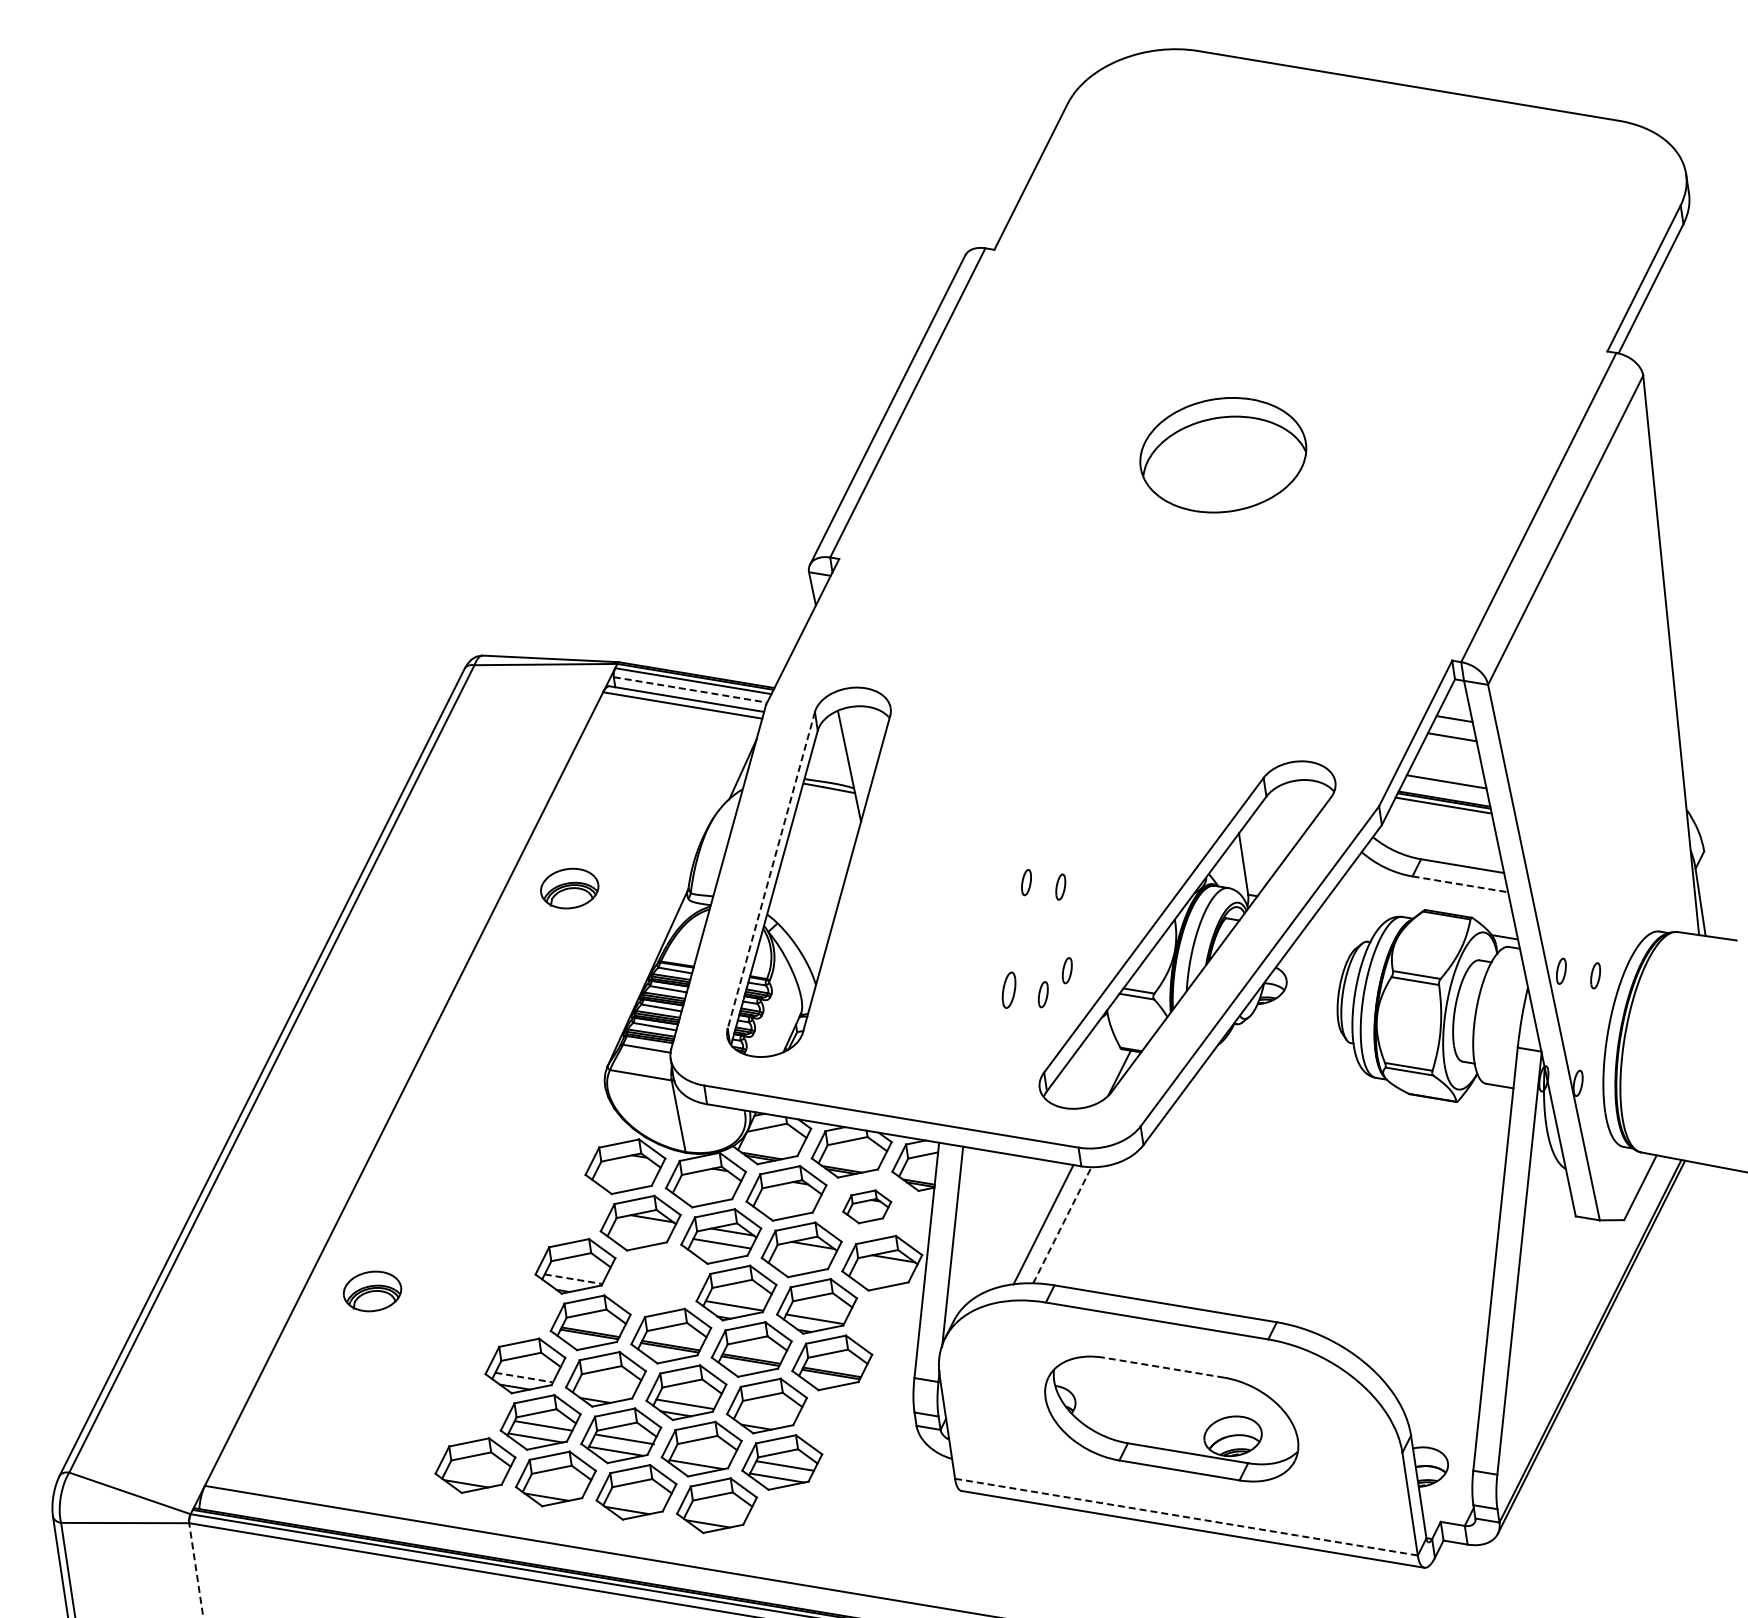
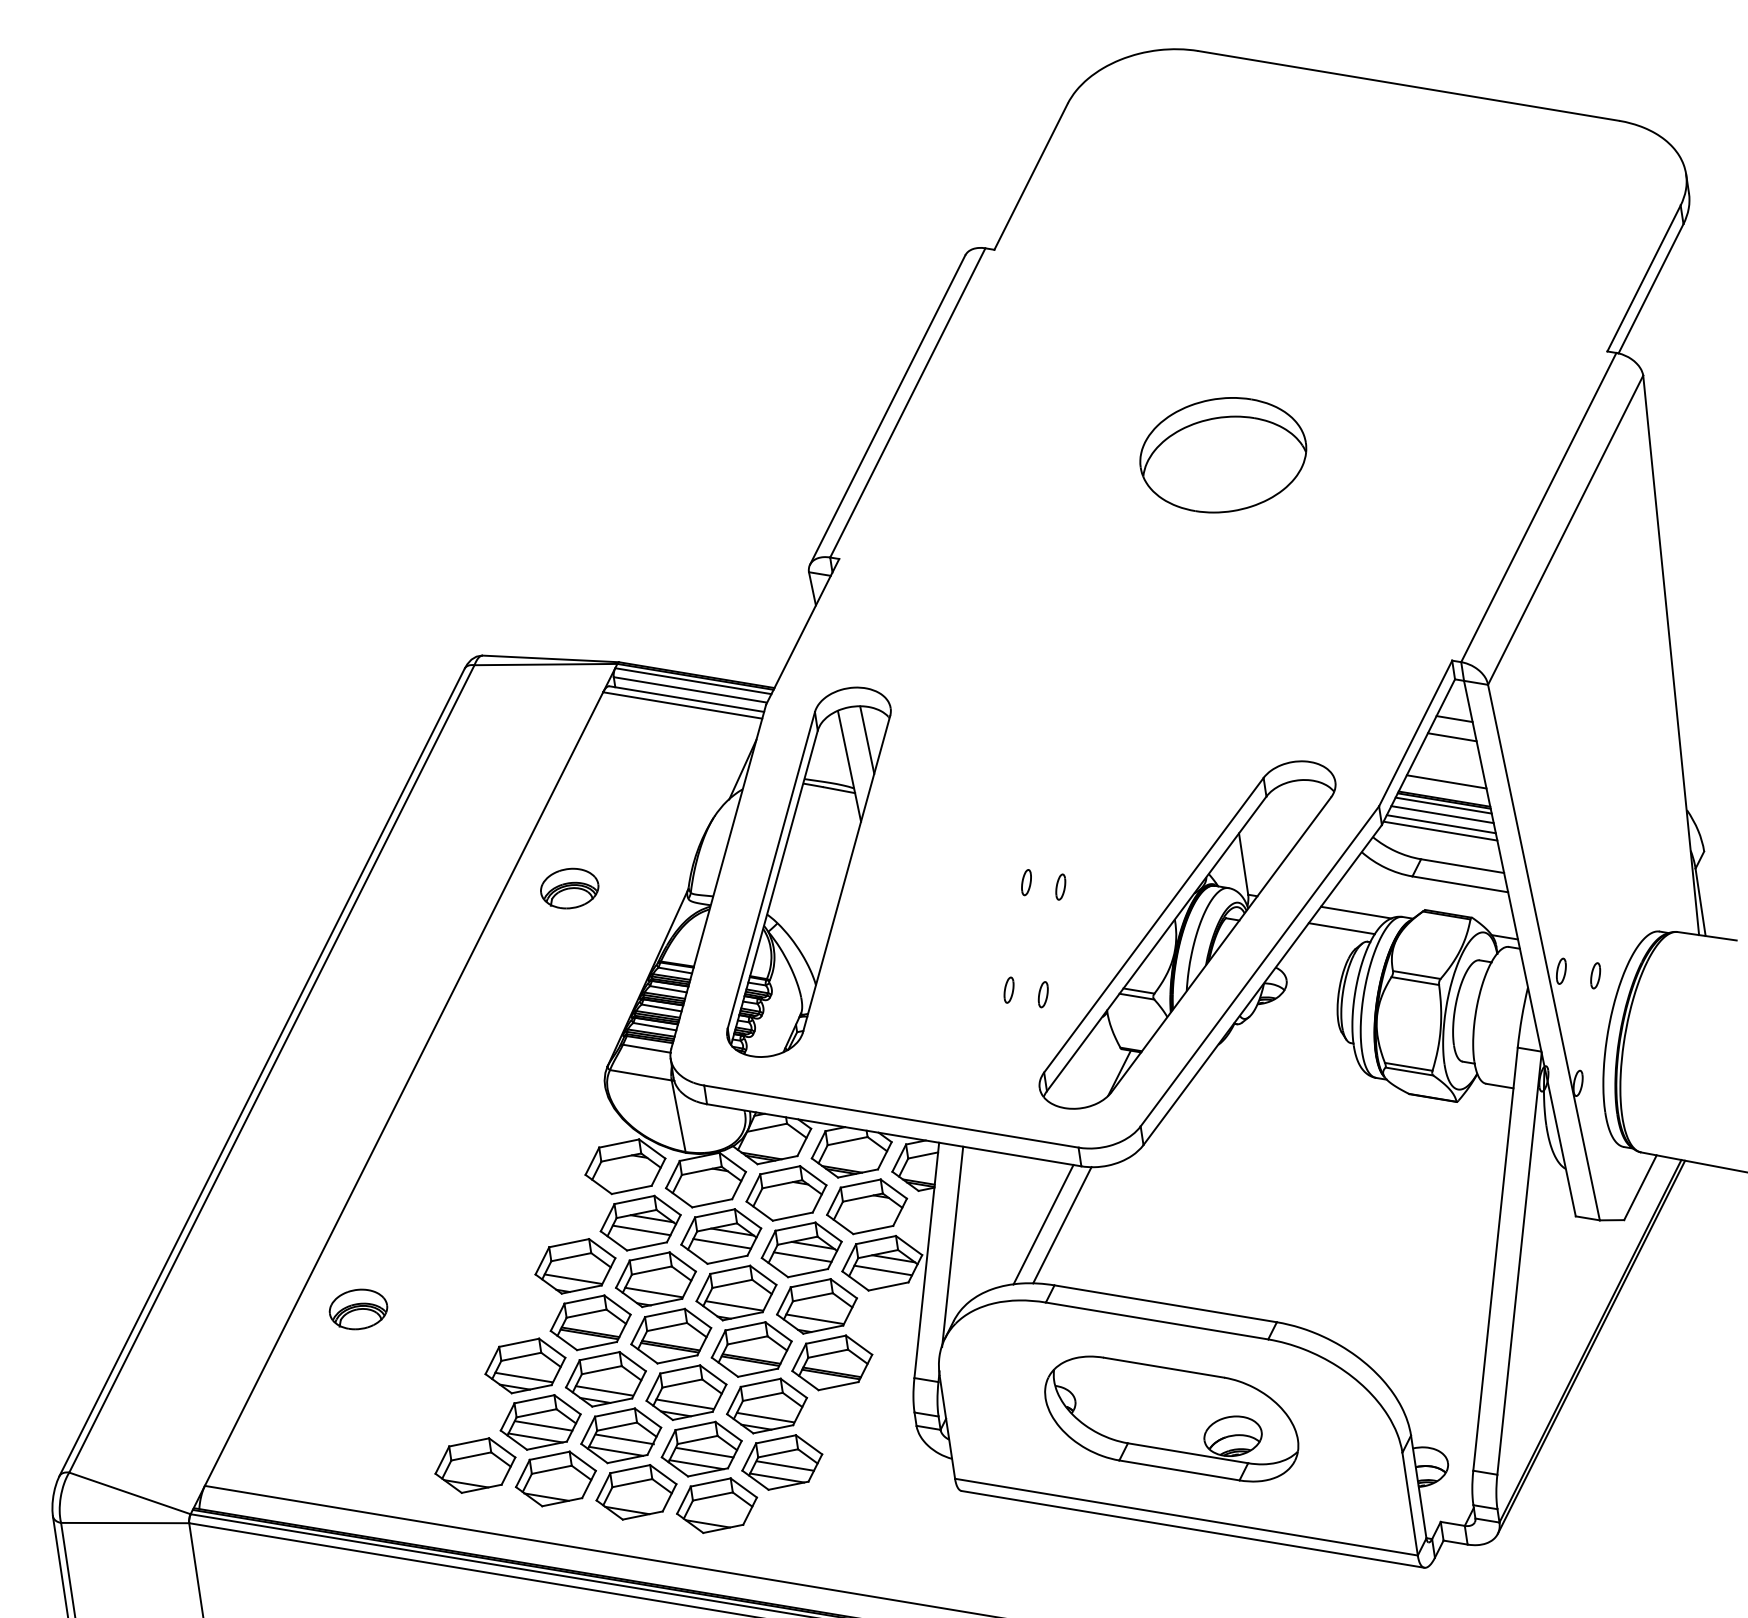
line at (690, 689): dashed -> solid
line at (867, 739): none -> present
line at (1442, 814): none -> present
line at (1440, 824): none -> present
line at (1440, 830): none -> present
line at (771, 870): dashed -> solid
line at (1460, 884): dashed -> solid
line at (1355, 912): none -> present
line at (1341, 928): none -> present
part at (1066, 970): present -> none
part at (1008, 989) size: 16x38 px -> 12x28 px
part at (867, 1206) size: 51x36 px -> 83x58 px
line at (1062, 1224): dashed -> solid
line at (641, 1230): none -> present
line at (802, 1256): none -> present
line at (883, 1270): none -> present
line at (573, 1279): dashed -> solid
part at (655, 1279): none -> present
part at (372, 1291) position: (372, 1291) -> (358, 1309)
line at (1164, 1367): dashed -> solid
line at (523, 1377): dashed -> solid
line at (603, 1390): none -> present
line at (764, 1417): none -> present
line at (705, 1452): none -> present
line at (1186, 1517): dashed -> solid
line at (196, 1570): dashed -> solid
